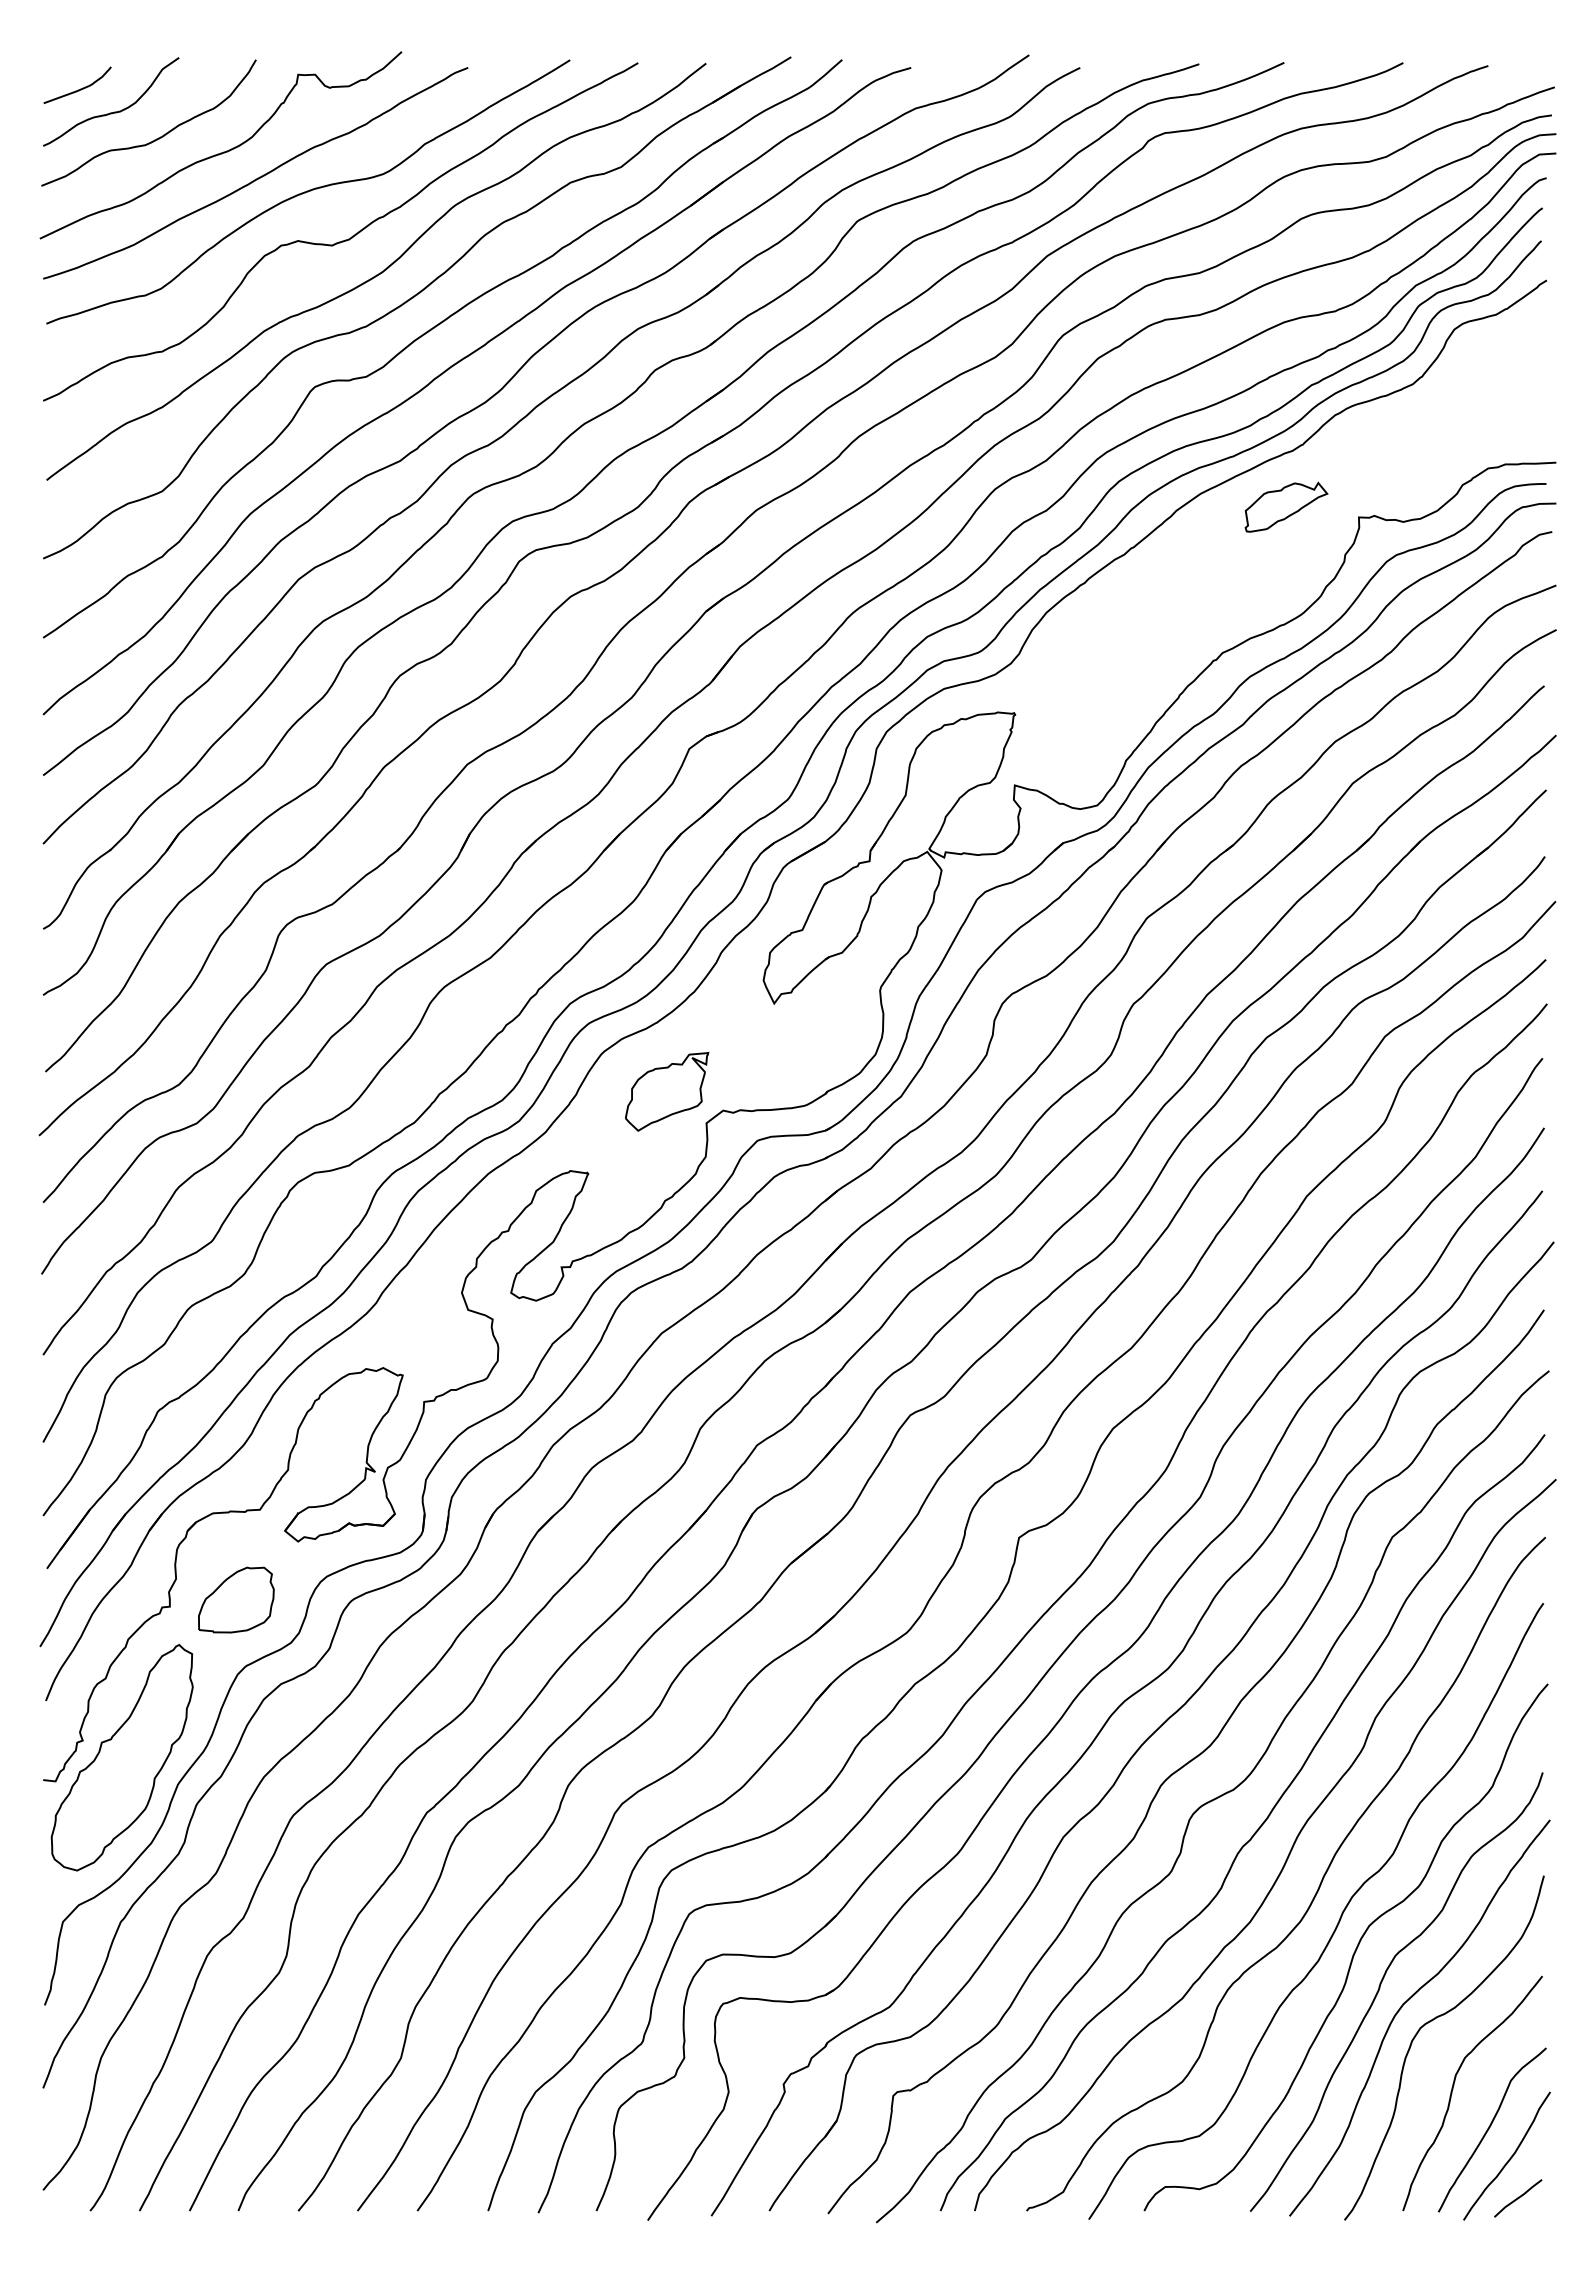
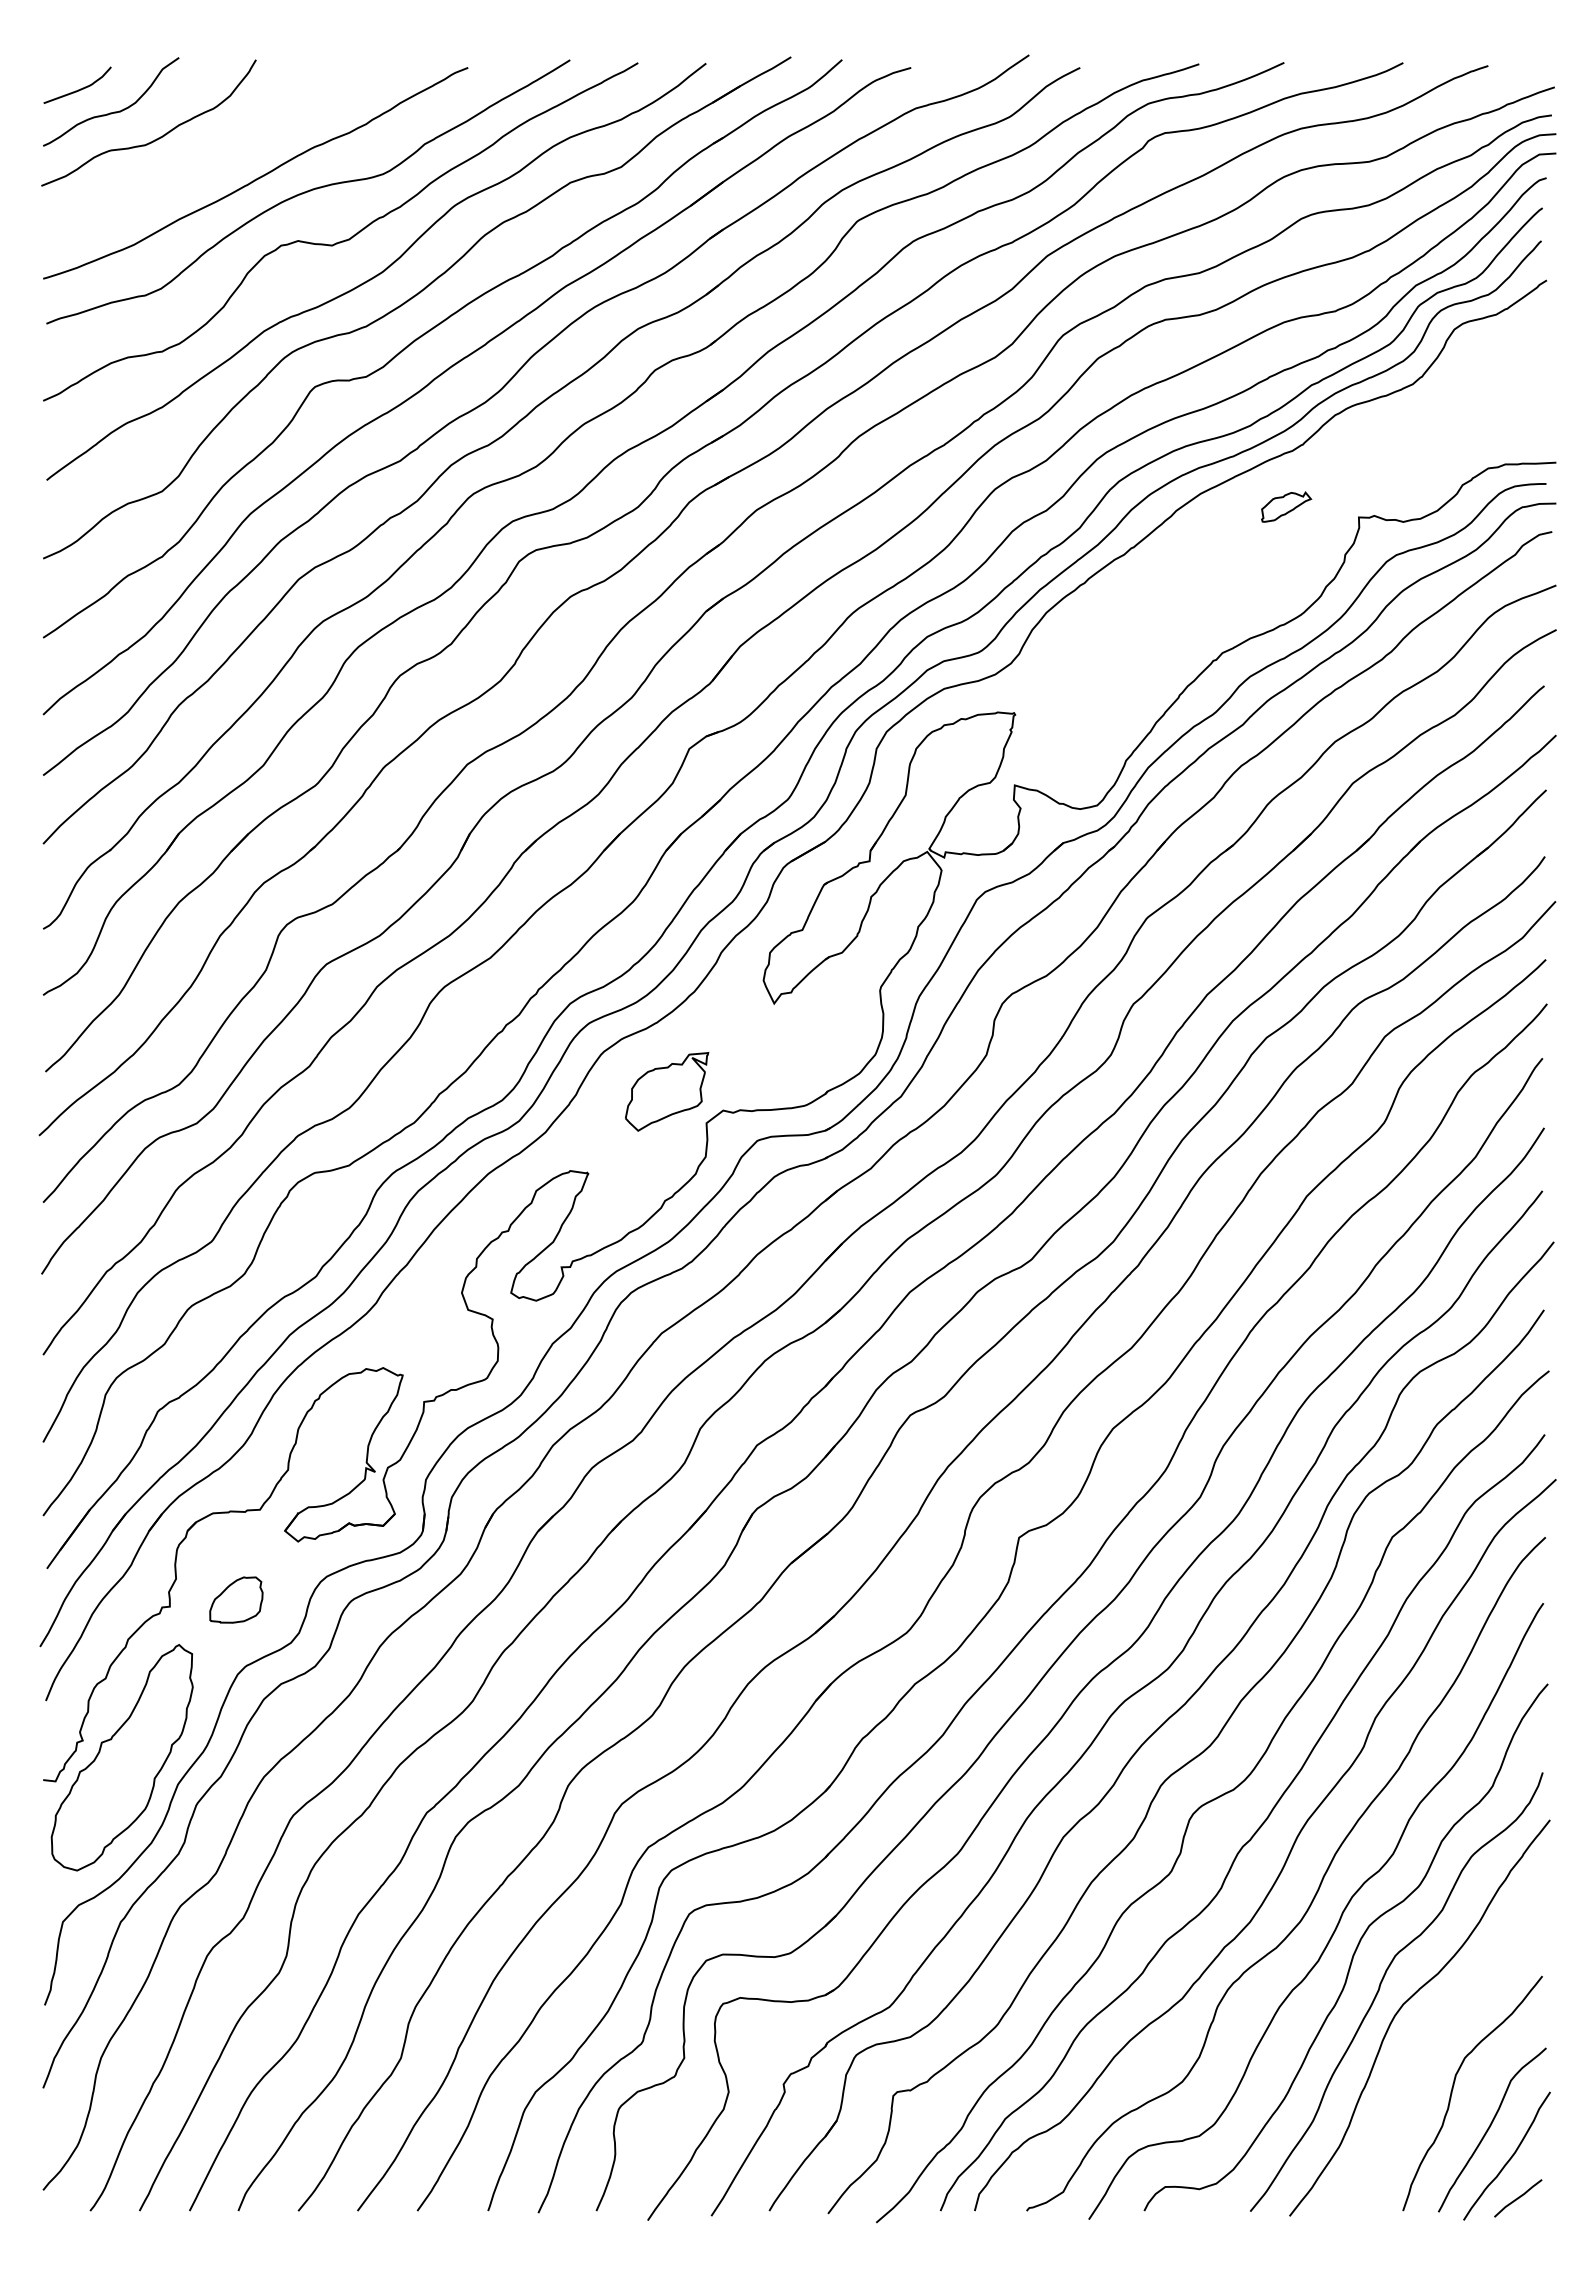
curve at (223, 151): present -> none
part at (1286, 506) size: 85x52 px -> 52x32 px
part at (236, 1599) size: 77x68 px -> 55x48 px
curve at (1432, 2021): present -> none
